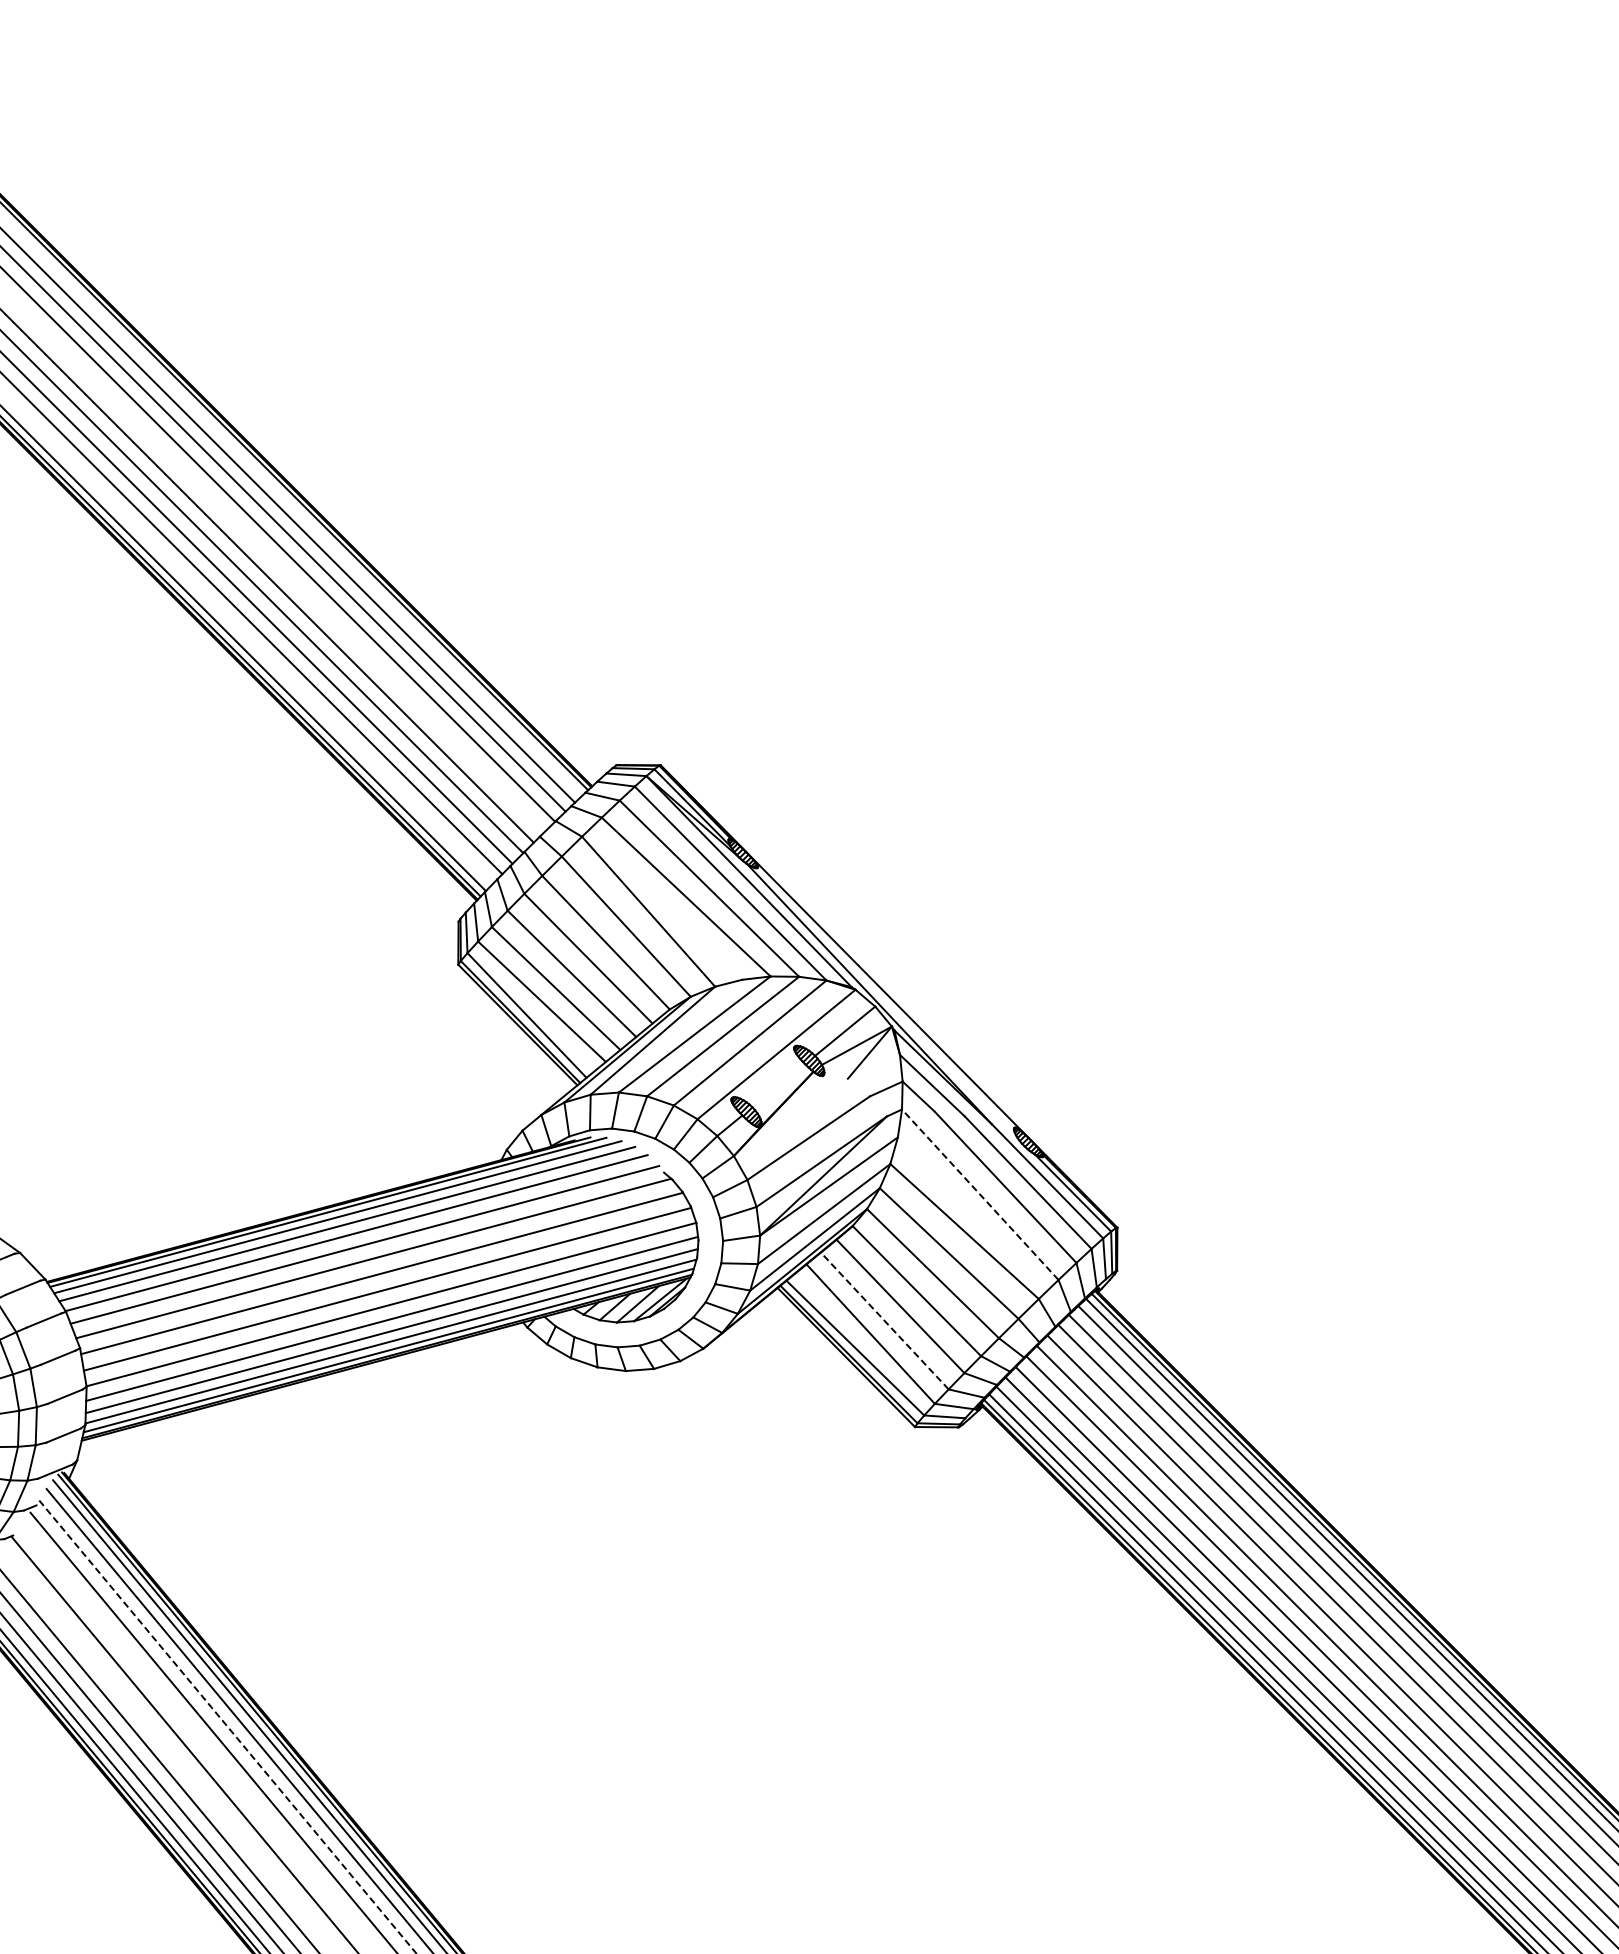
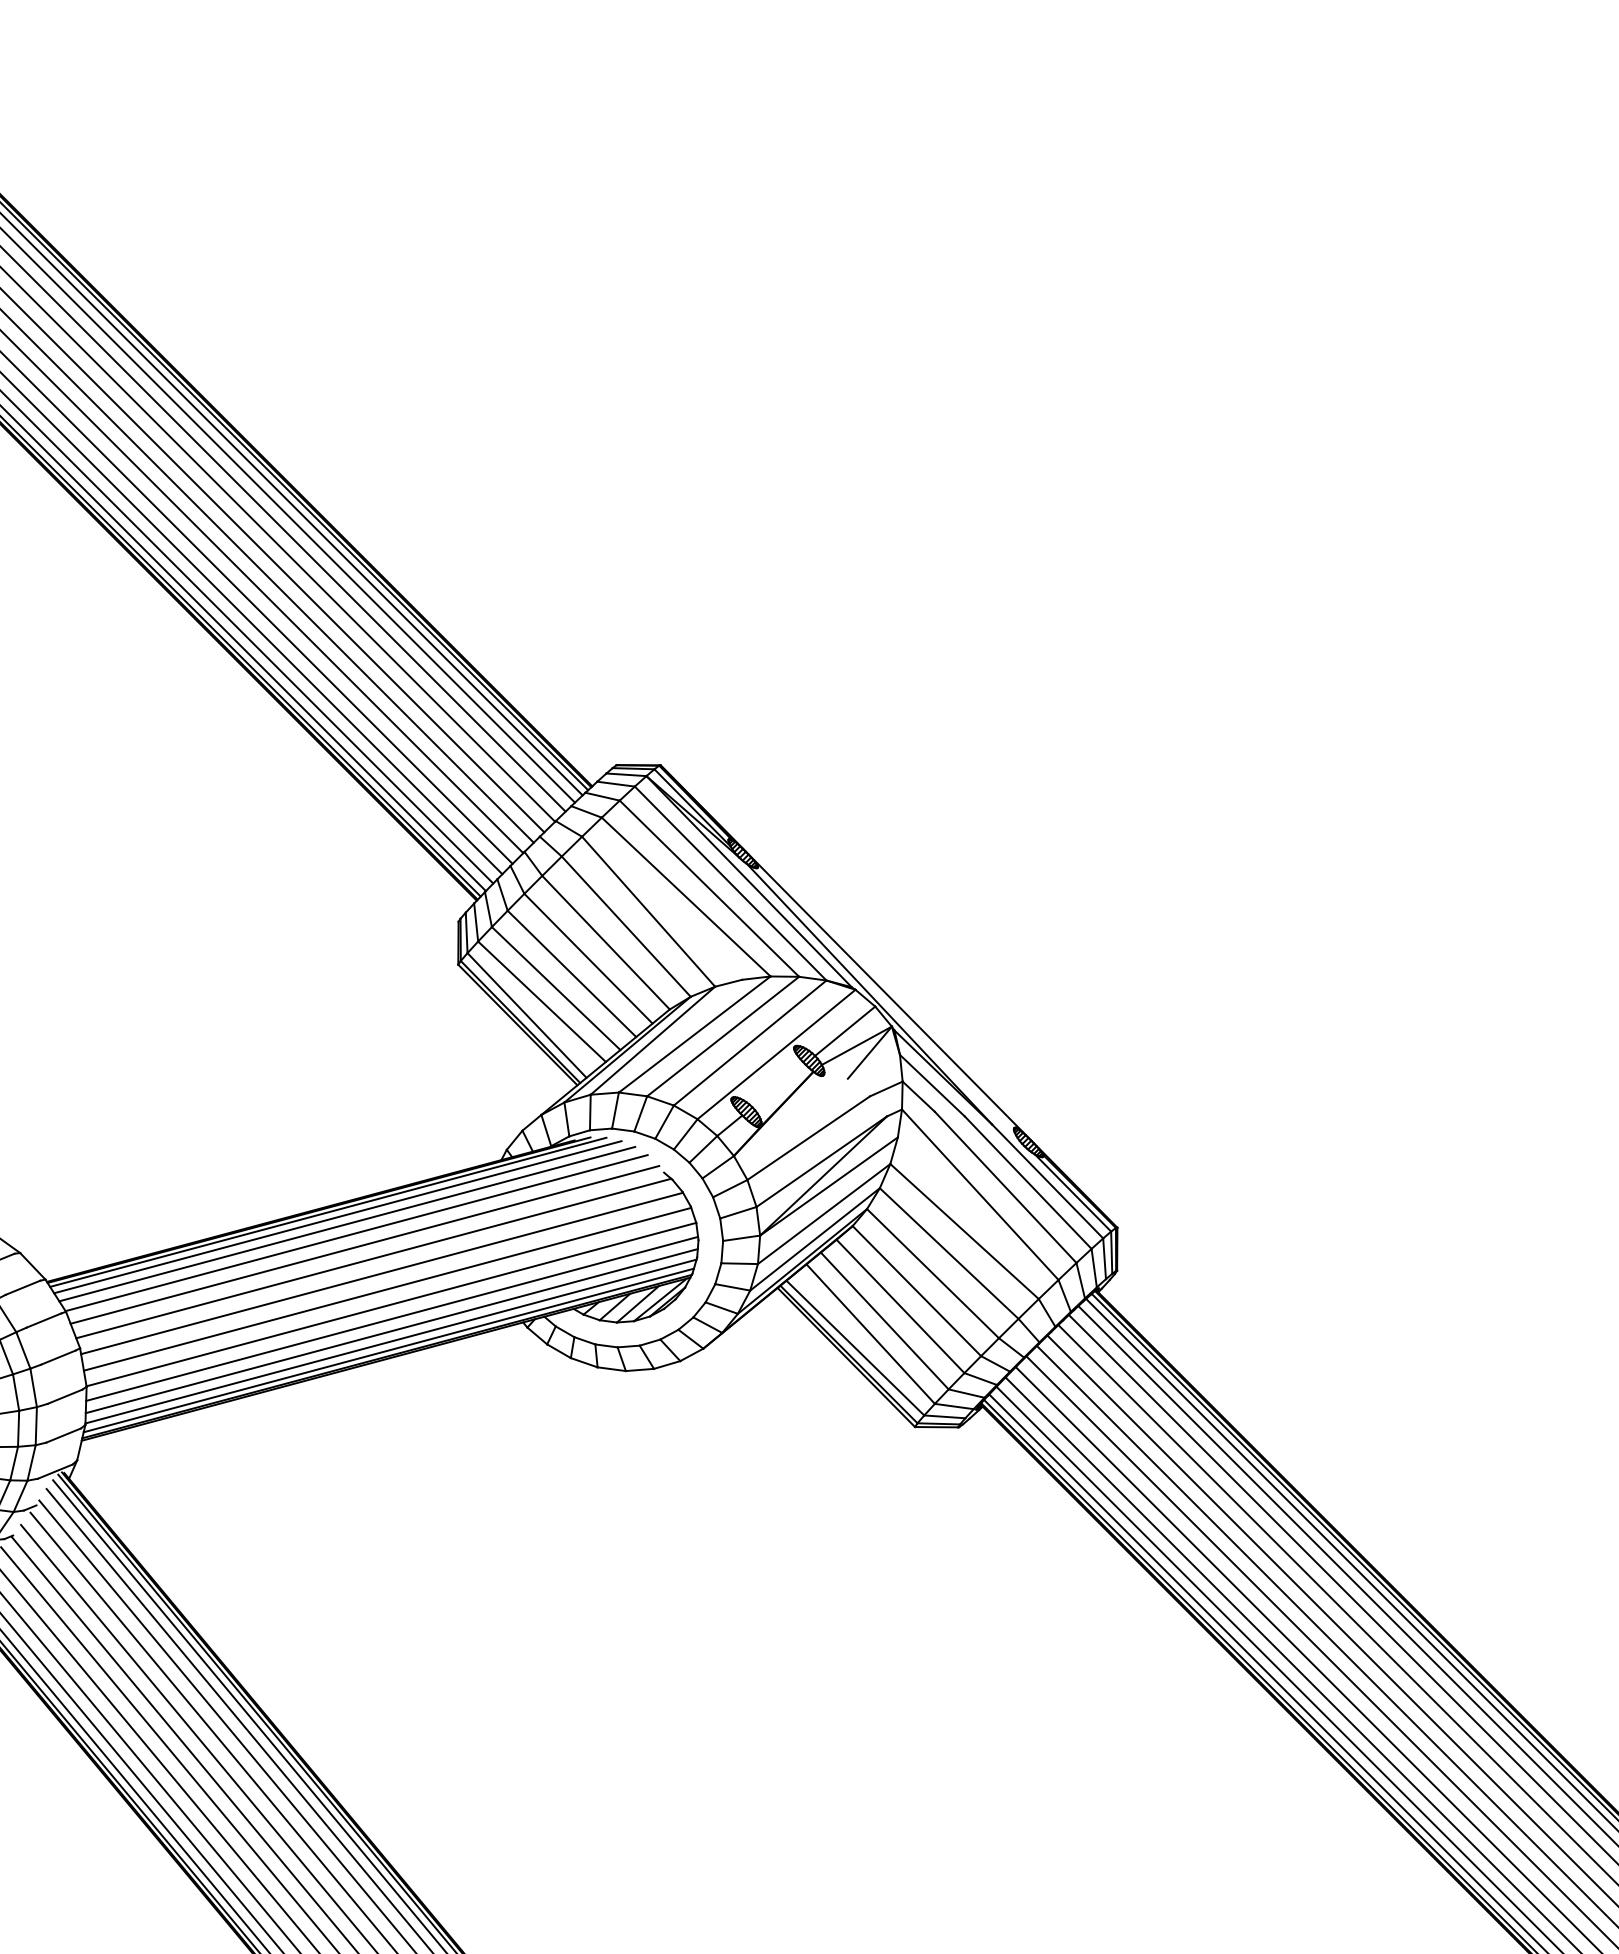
line at (292, 505): none -> present
line at (273, 561): none -> present
line at (247, 637): none -> present
line at (980, 1194): dashed -> solid
line at (884, 1321): dashed -> solid
line at (227, 1727): dashed -> solid
line at (198, 1737): none -> present
line at (169, 1749): none -> present
